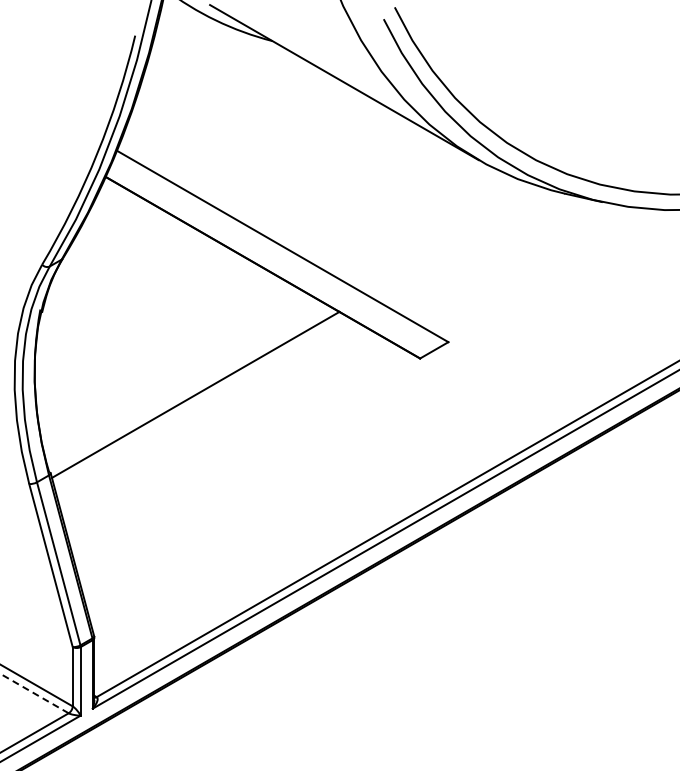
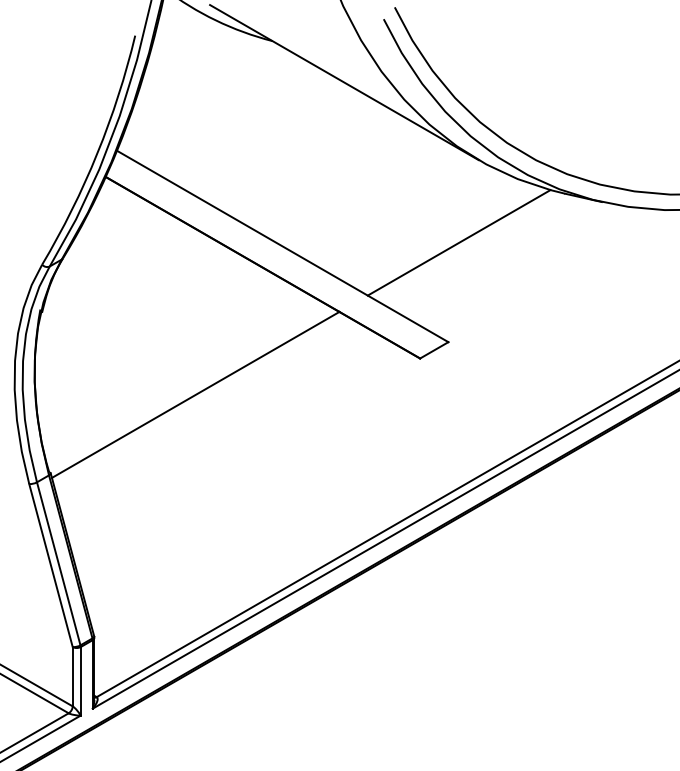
line at (458, 242): none -> present
line at (34, 693): dashed -> solid
